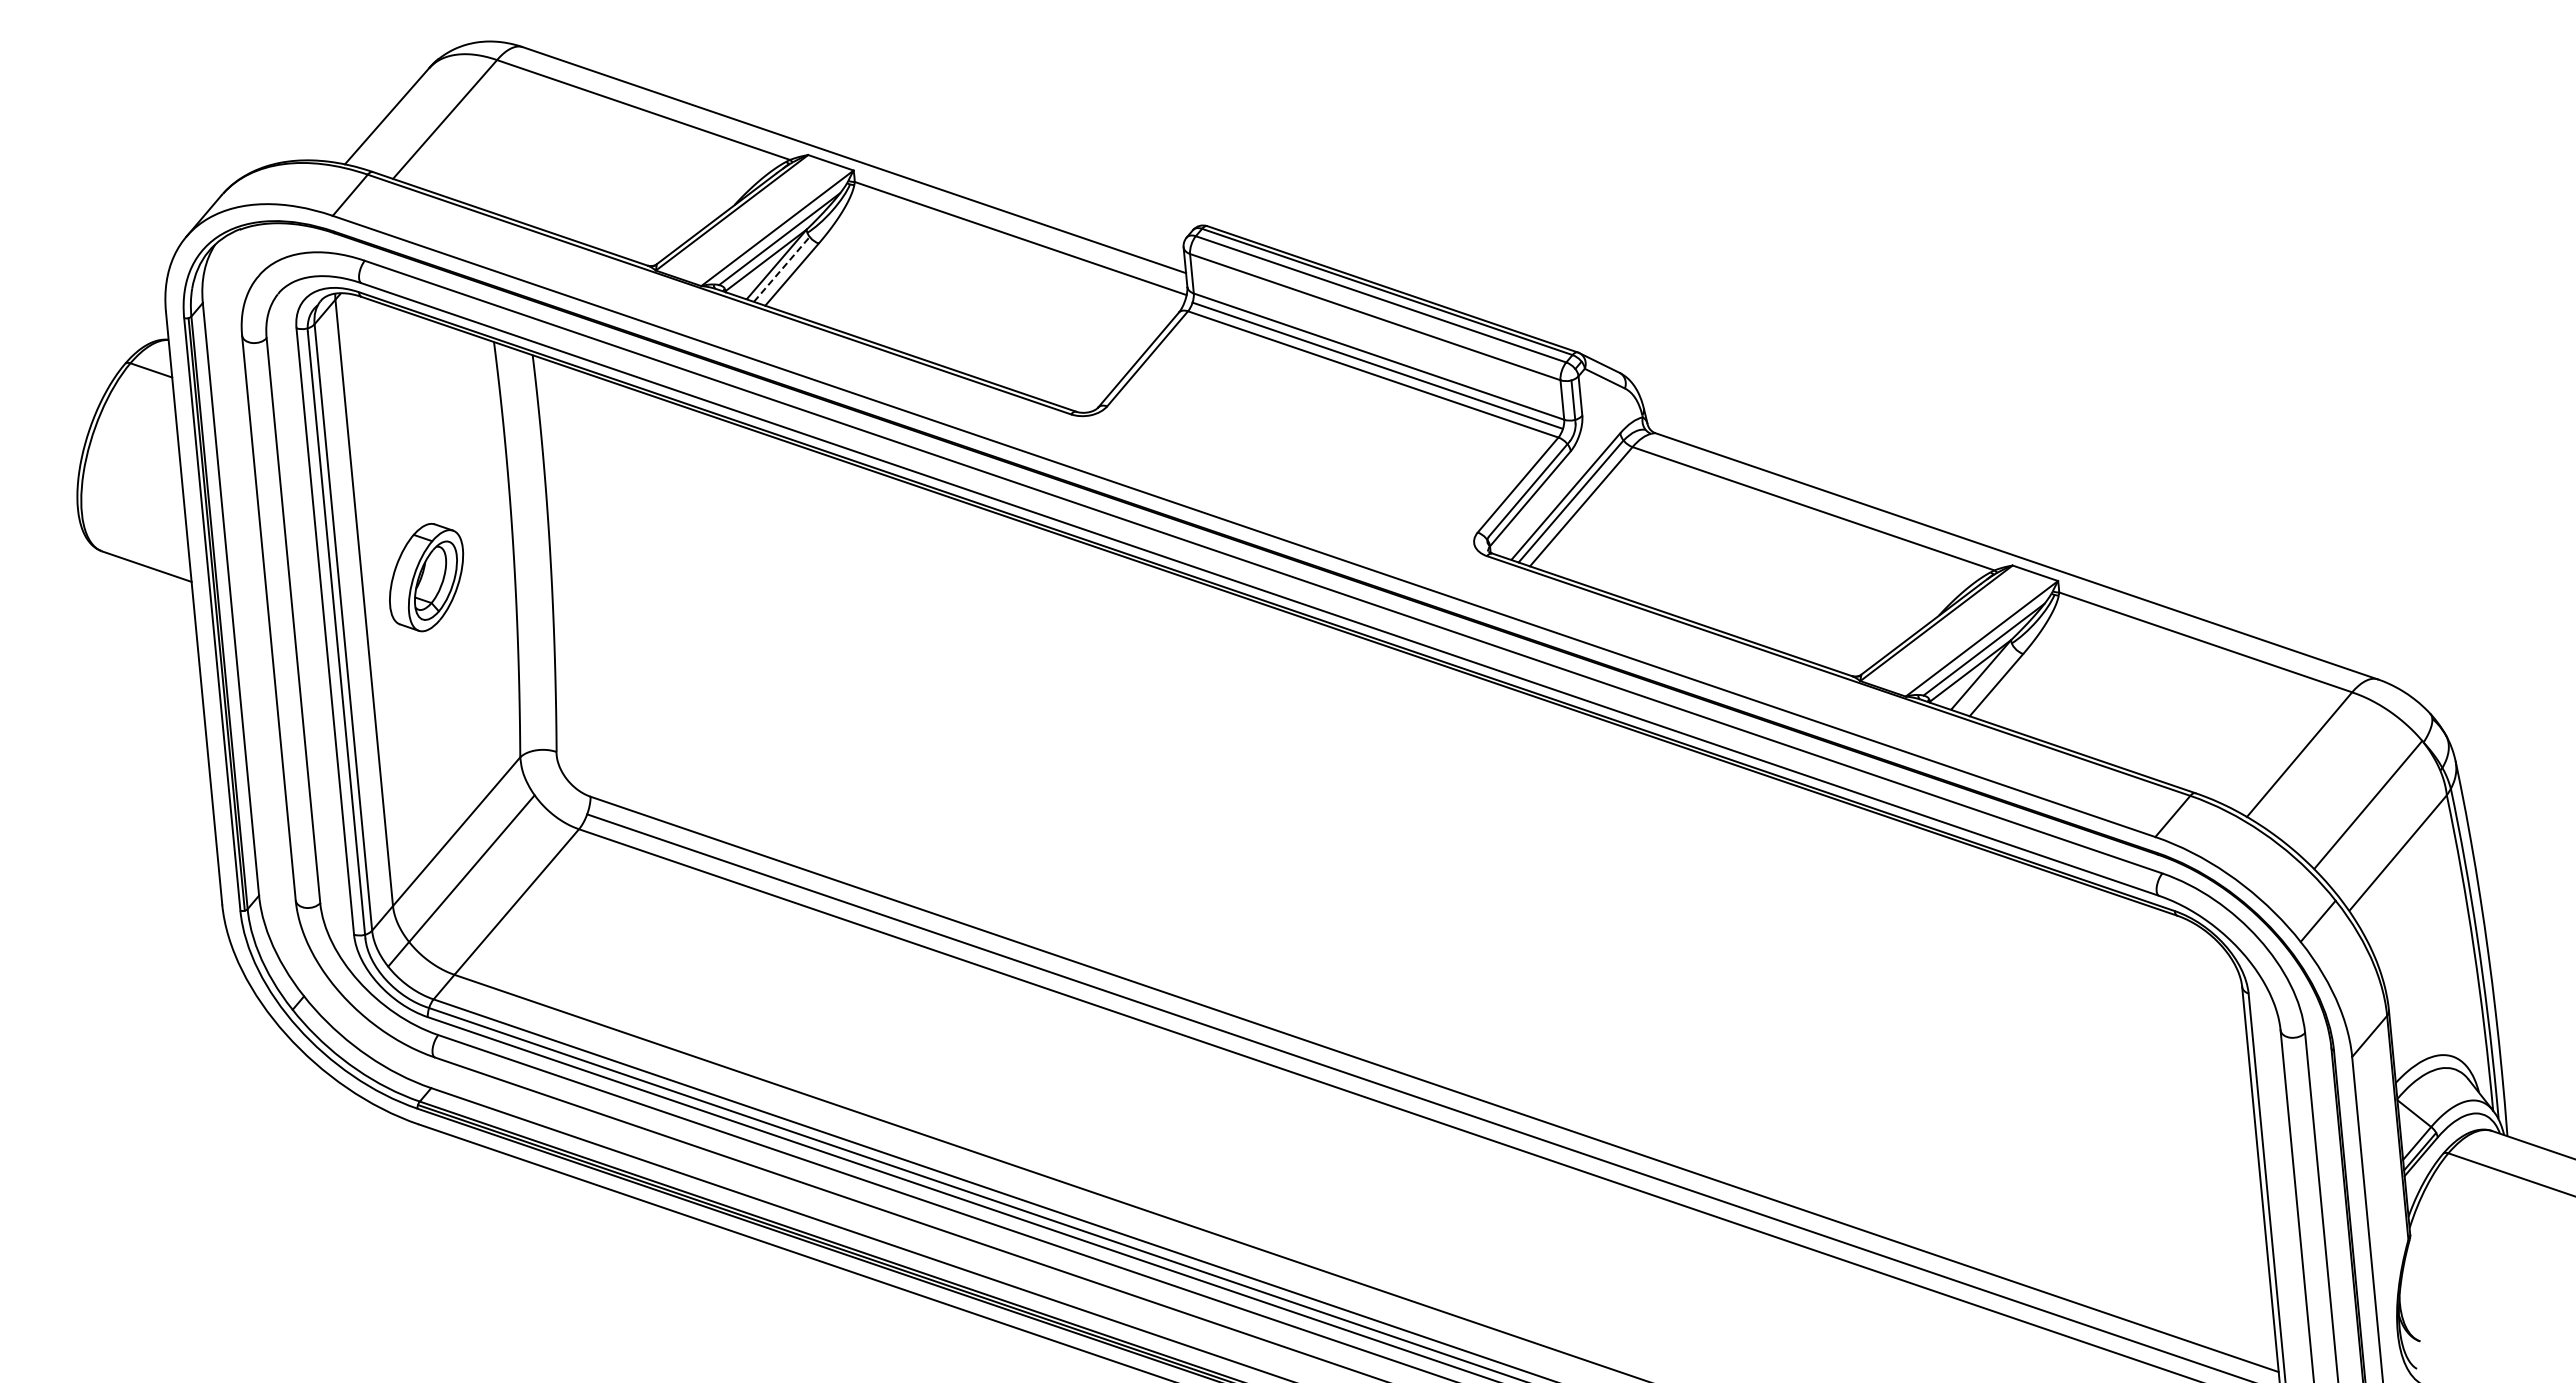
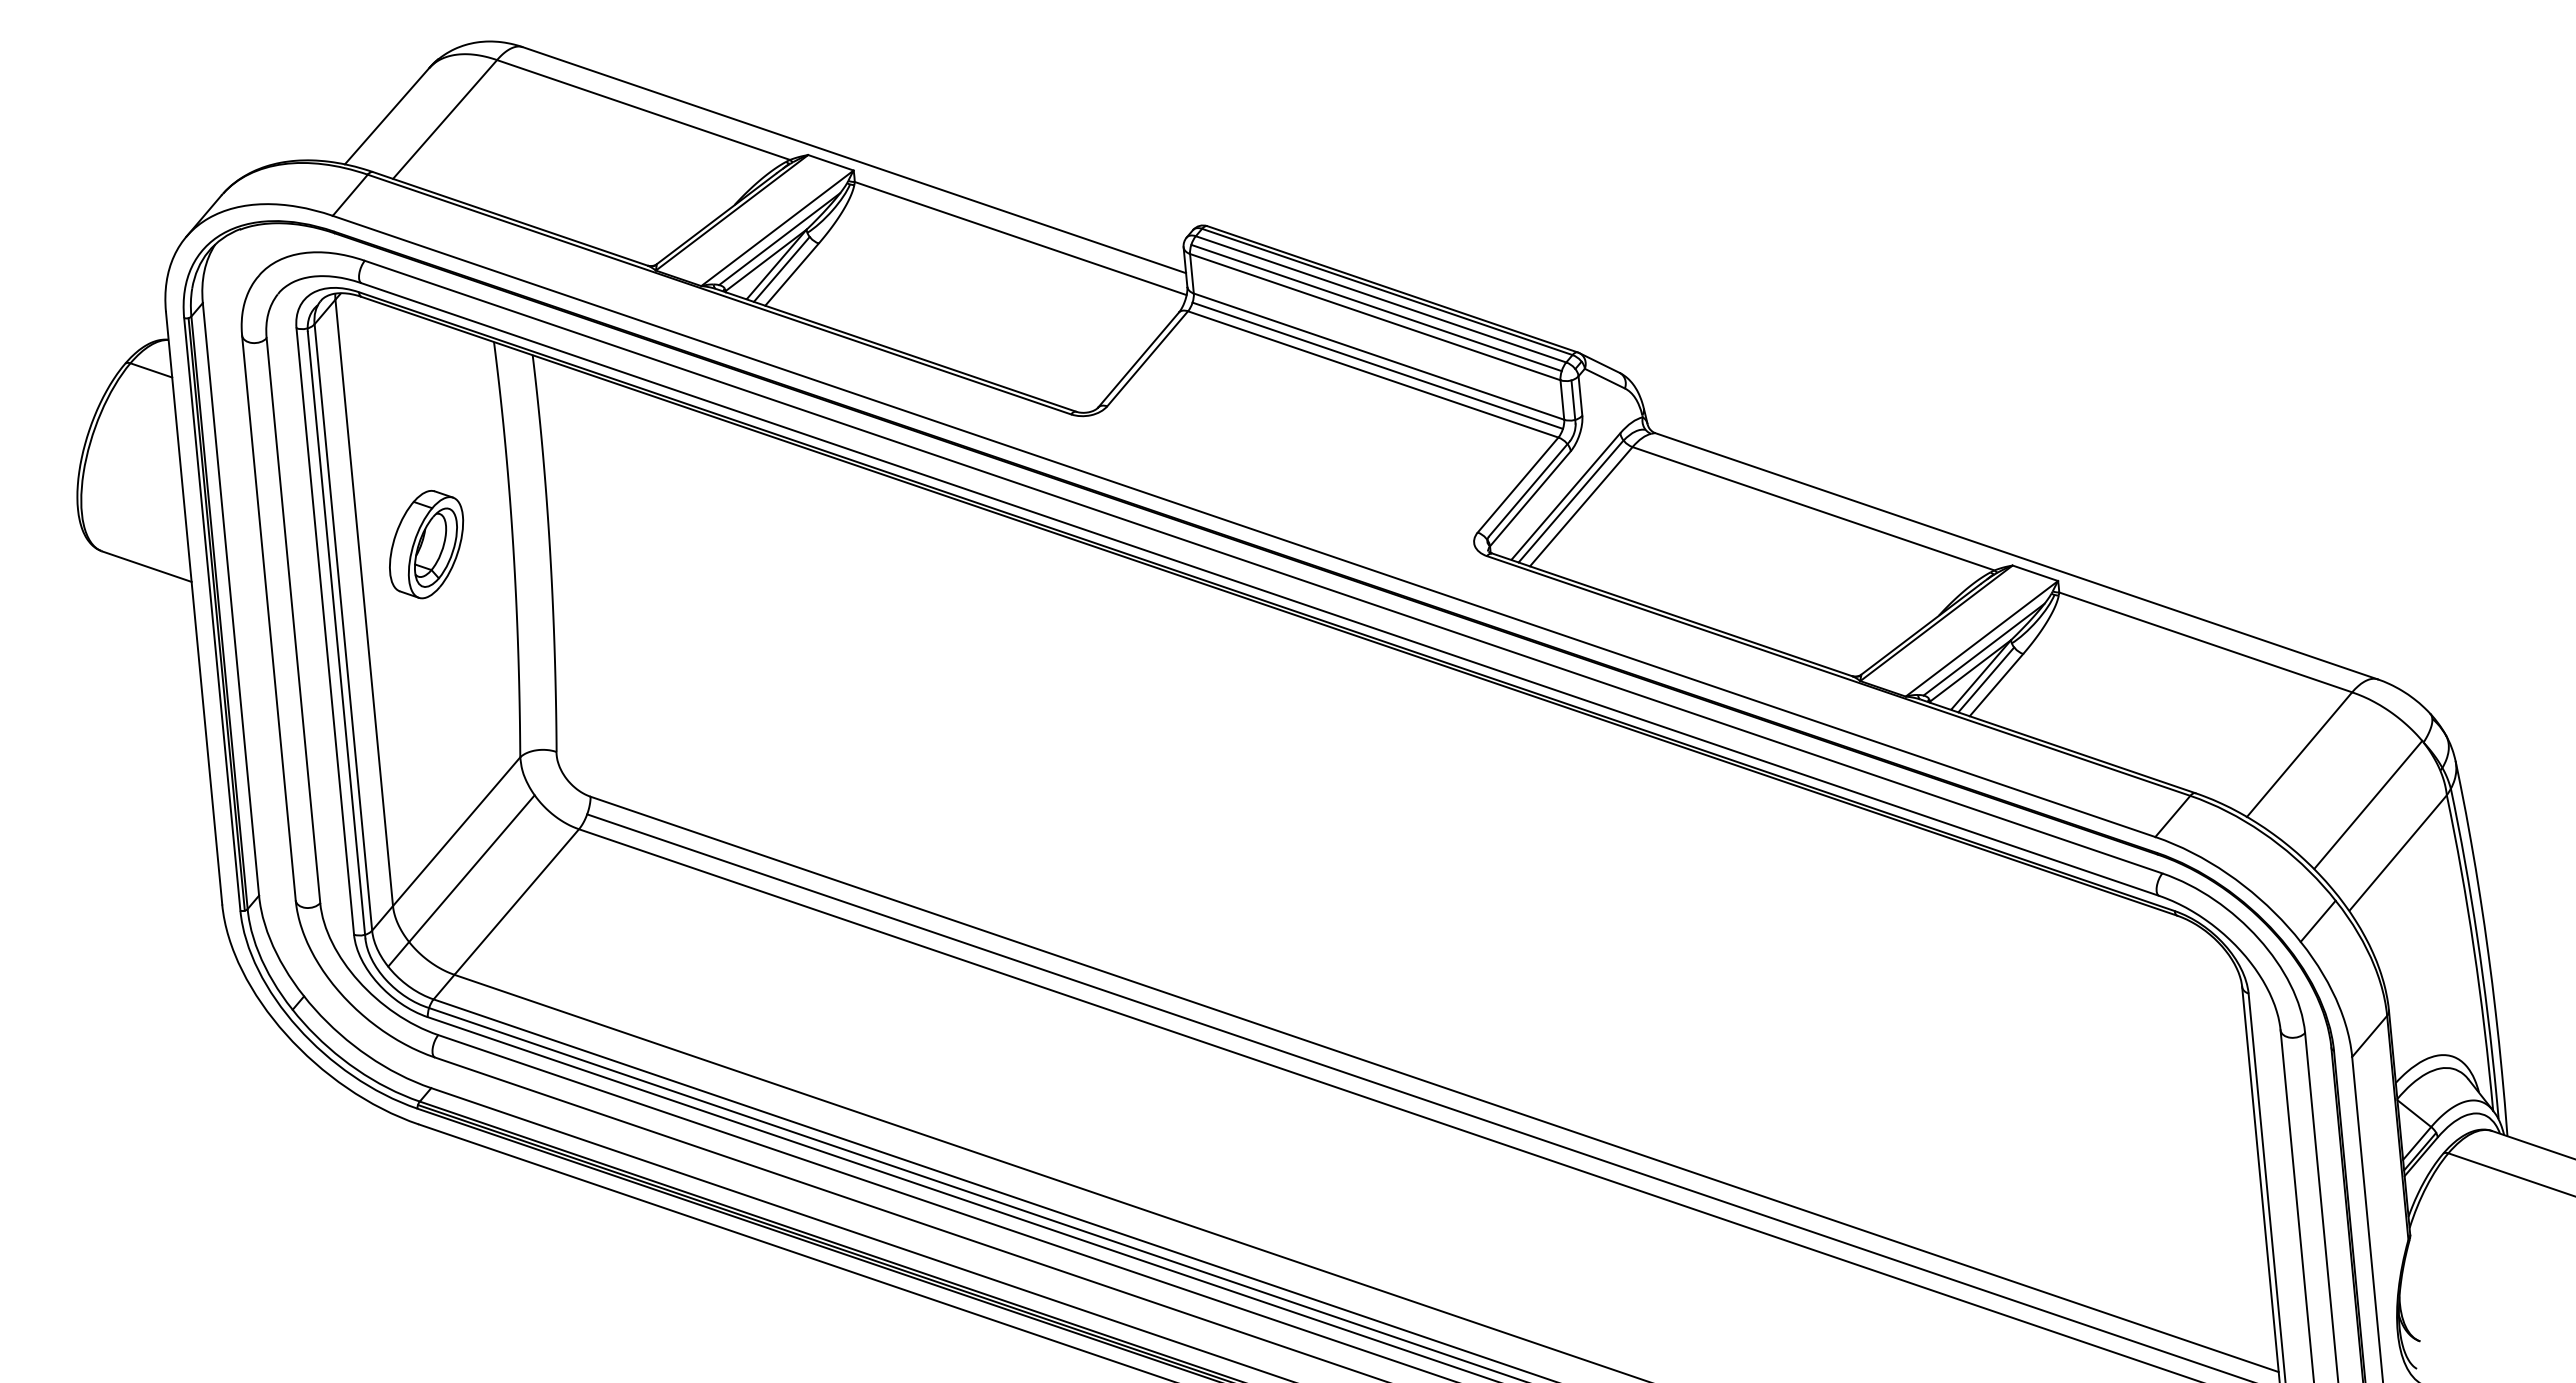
line at (781, 269): dashed -> solid
line at (1376, 307): none -> present
part at (426, 577) position: (426, 577) -> (426, 544)
line at (1986, 679): none -> present
